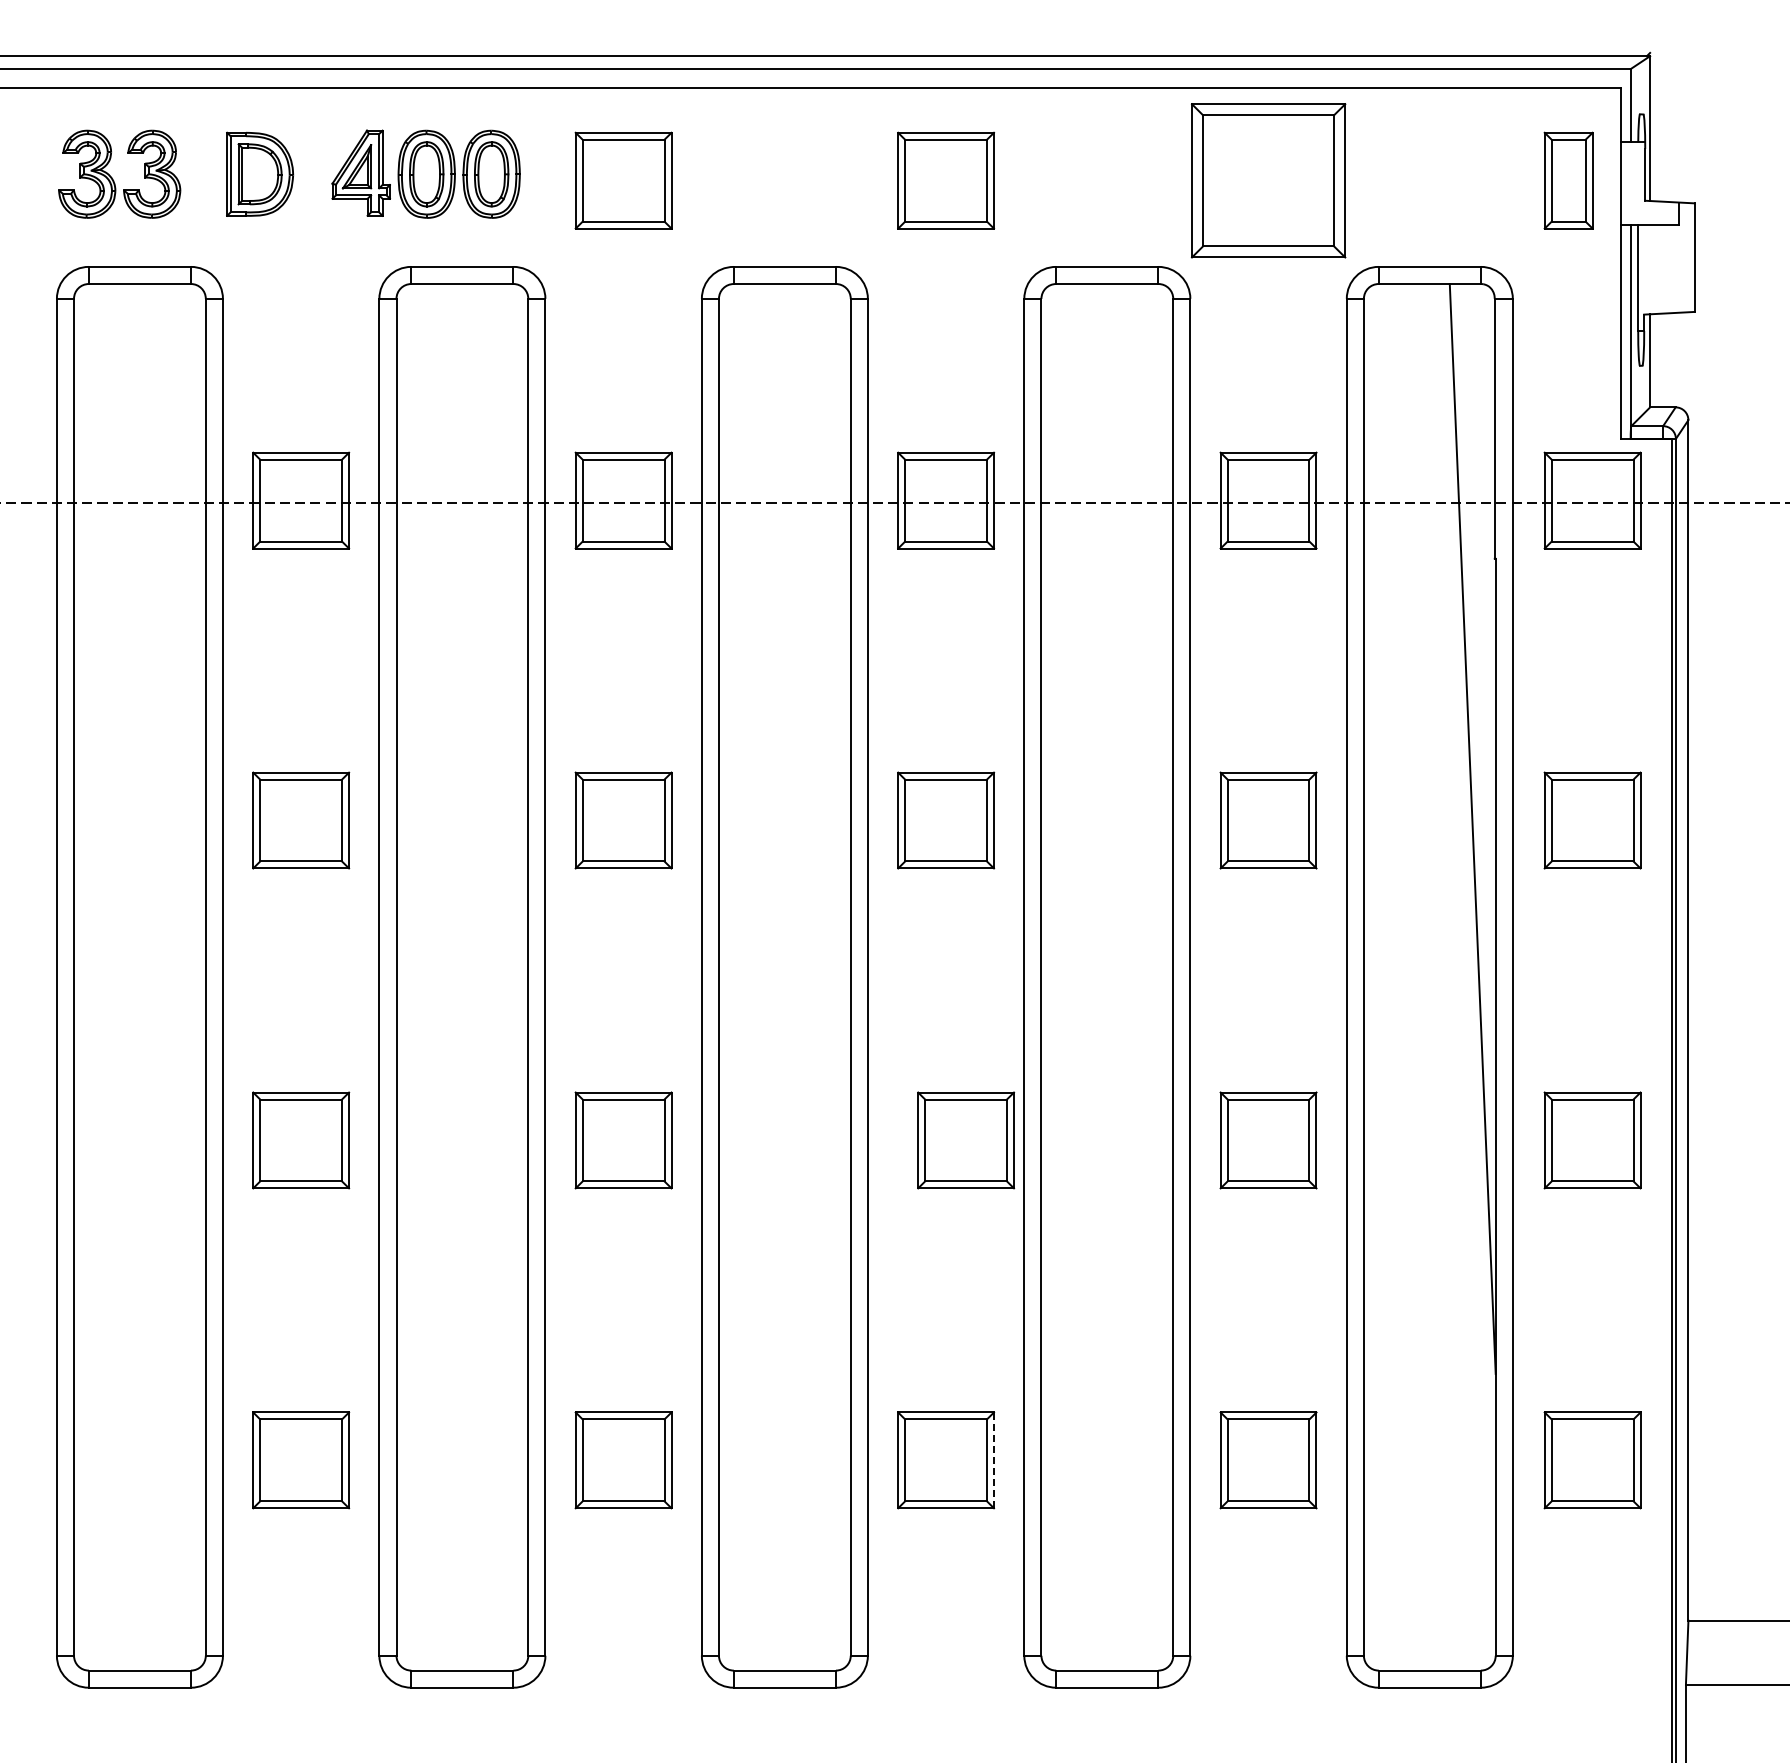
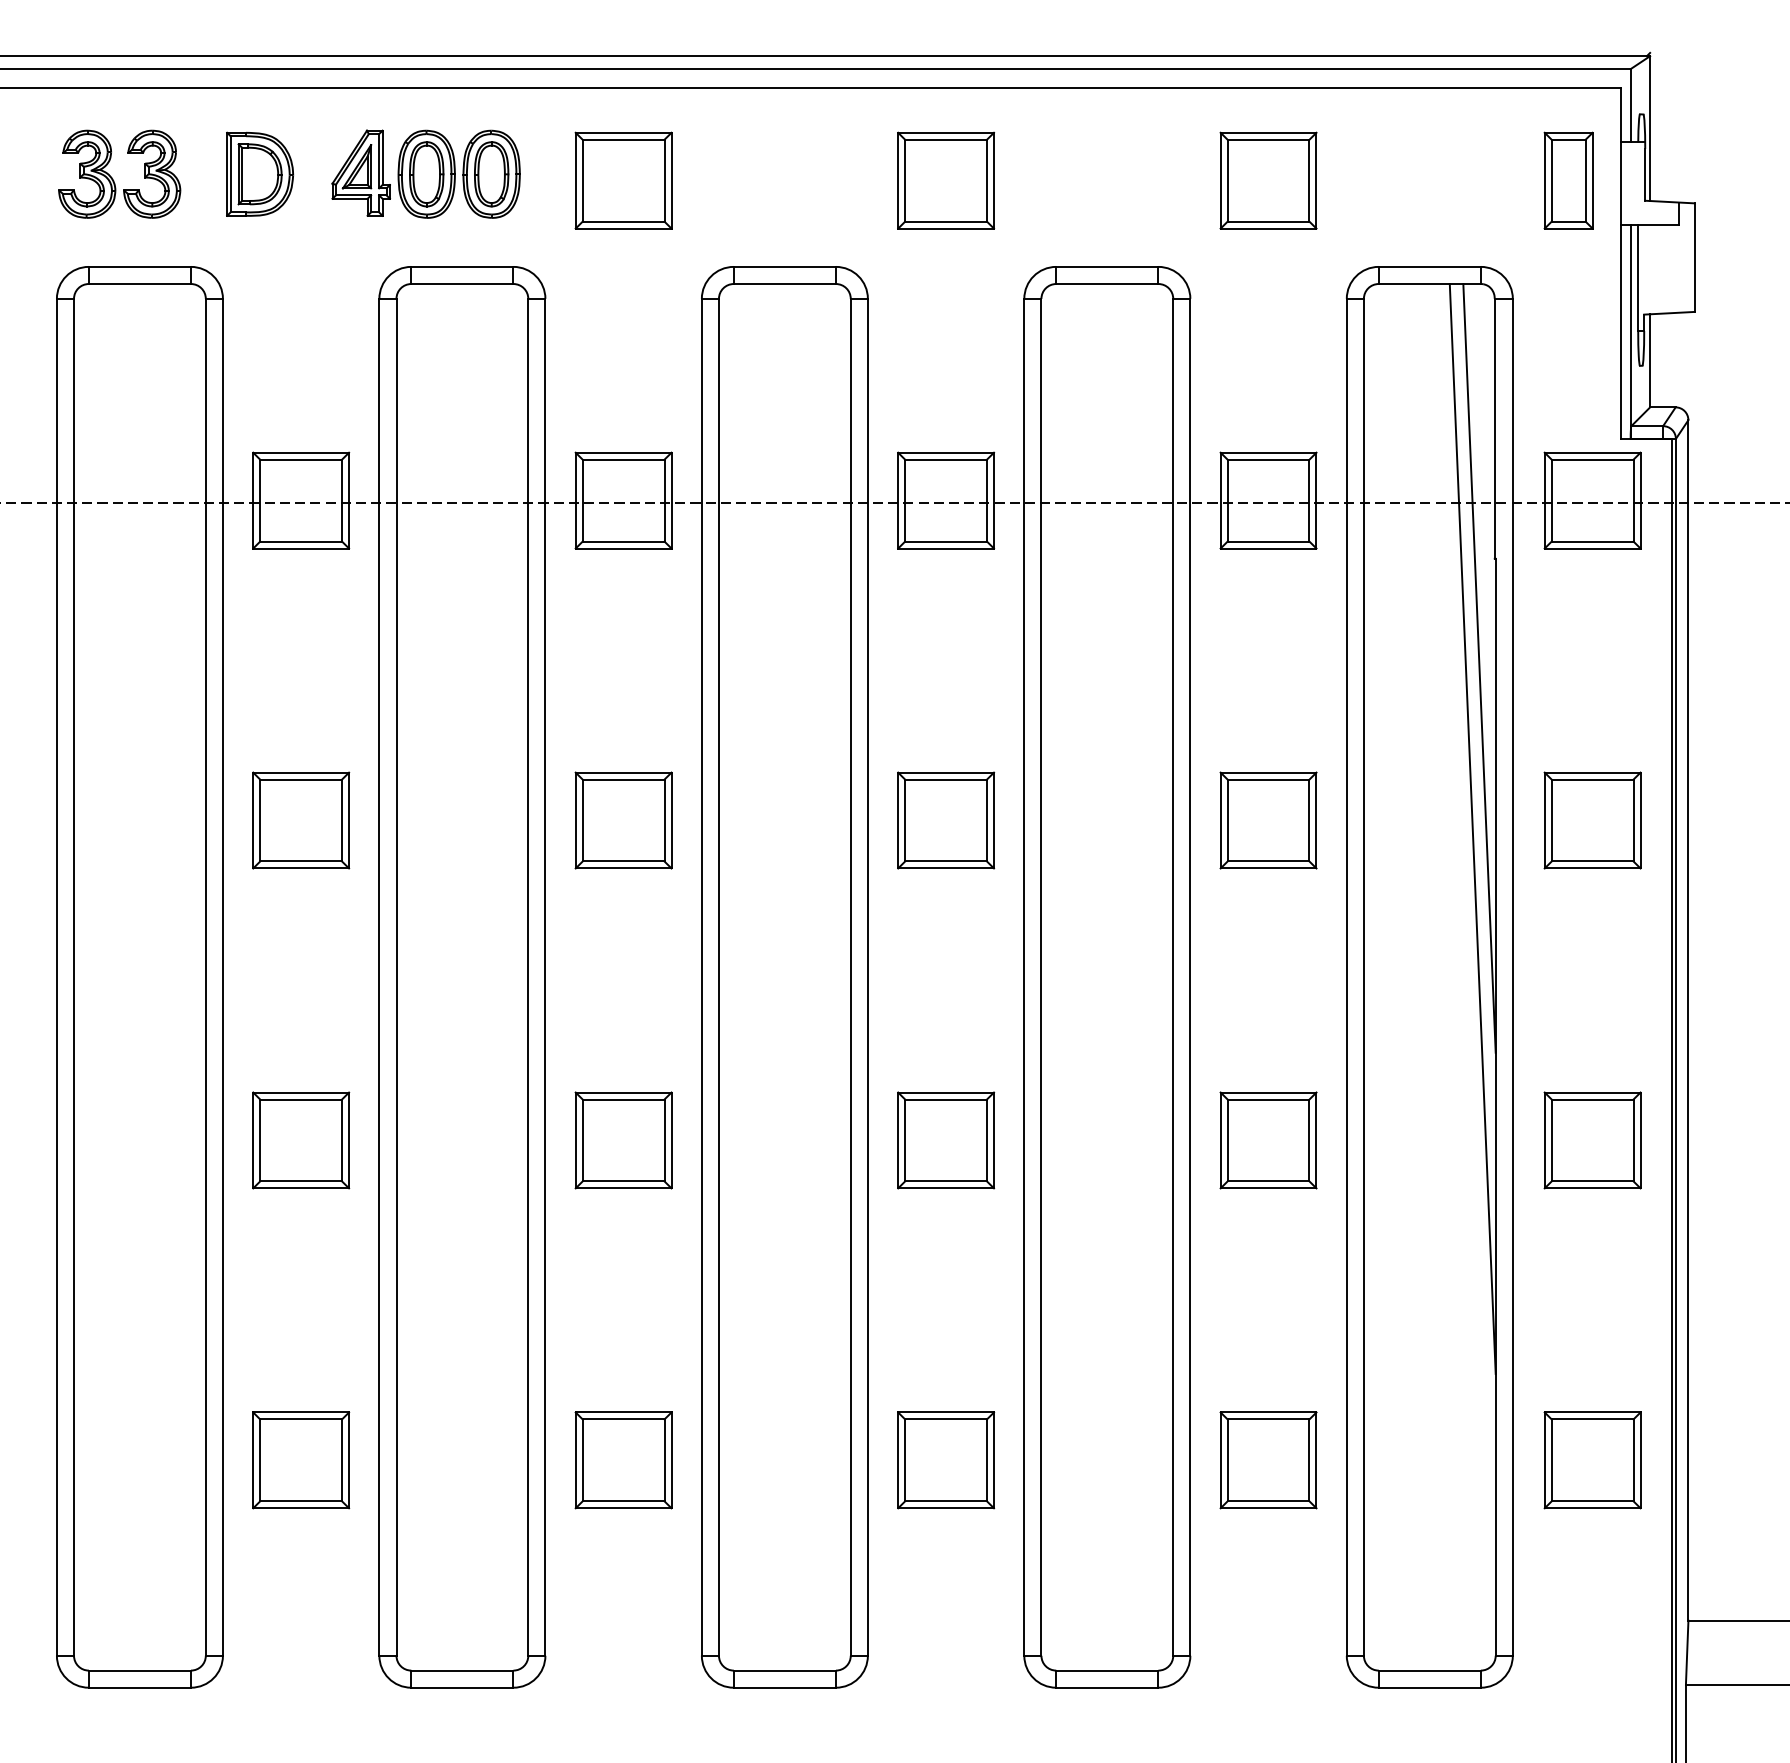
part at (1268, 180) size: 156x156 px -> 99x99 px
line at (1479, 668): none -> present
part at (966, 1140) position: (966, 1140) -> (946, 1140)
line at (994, 1460): dashed -> solid
